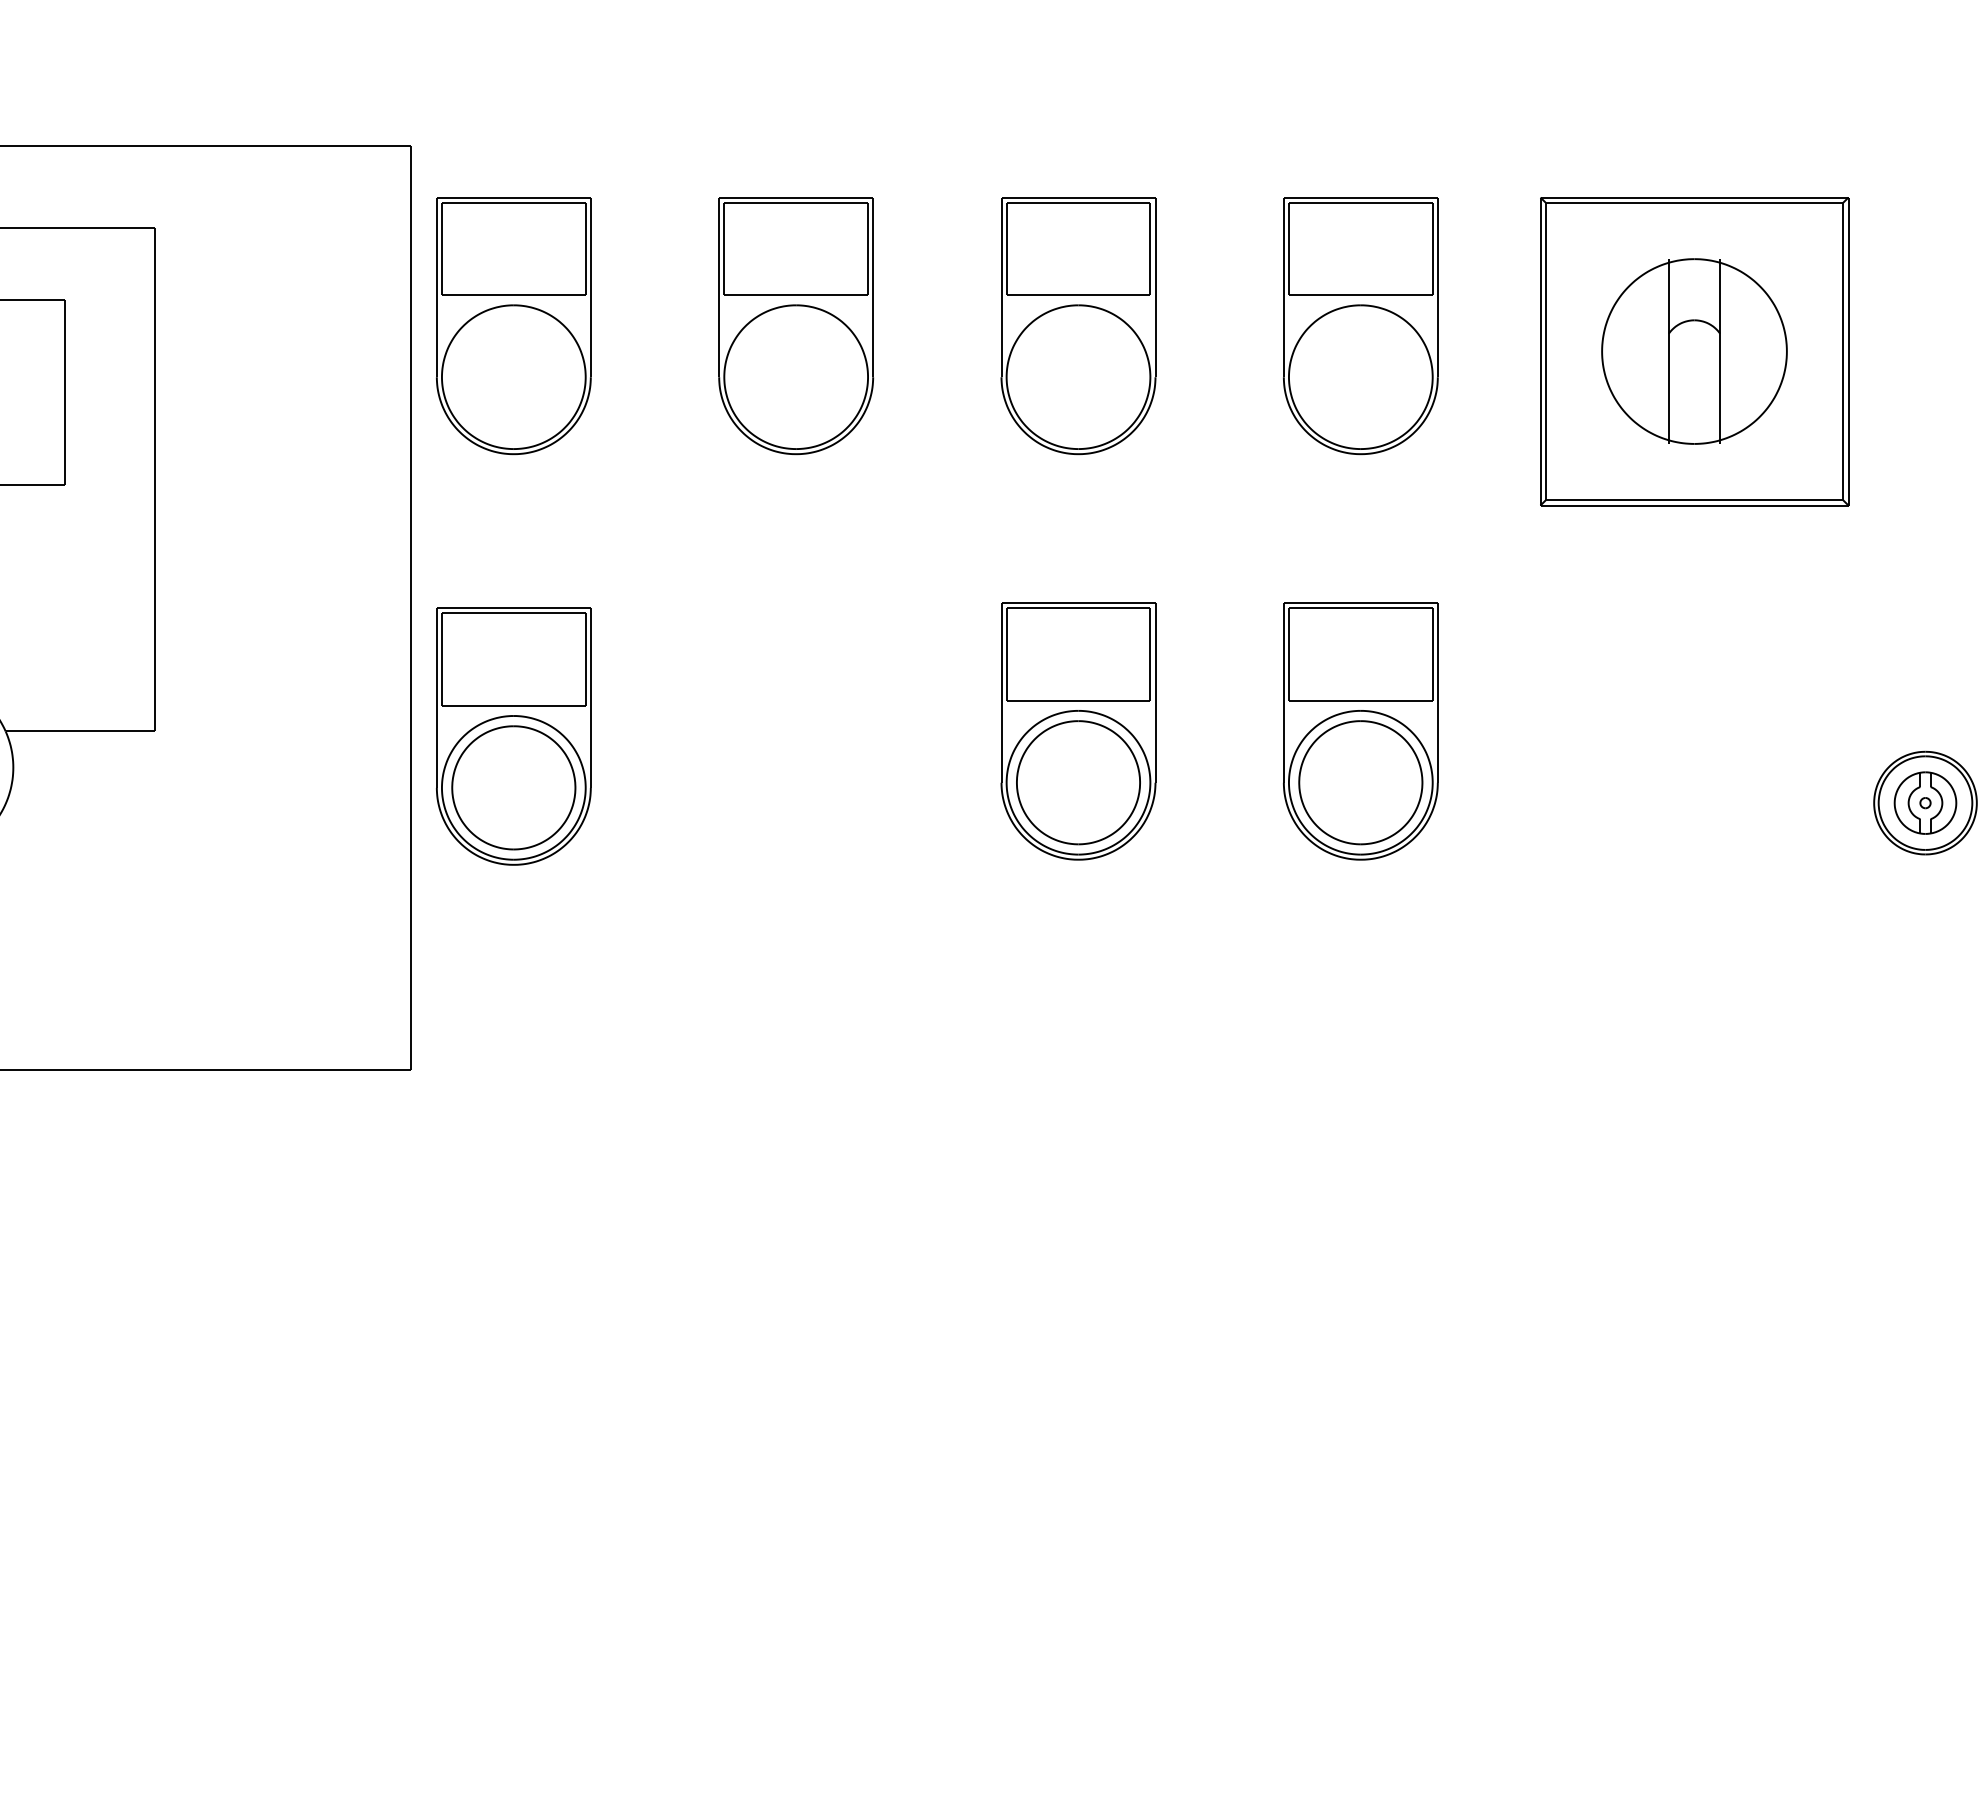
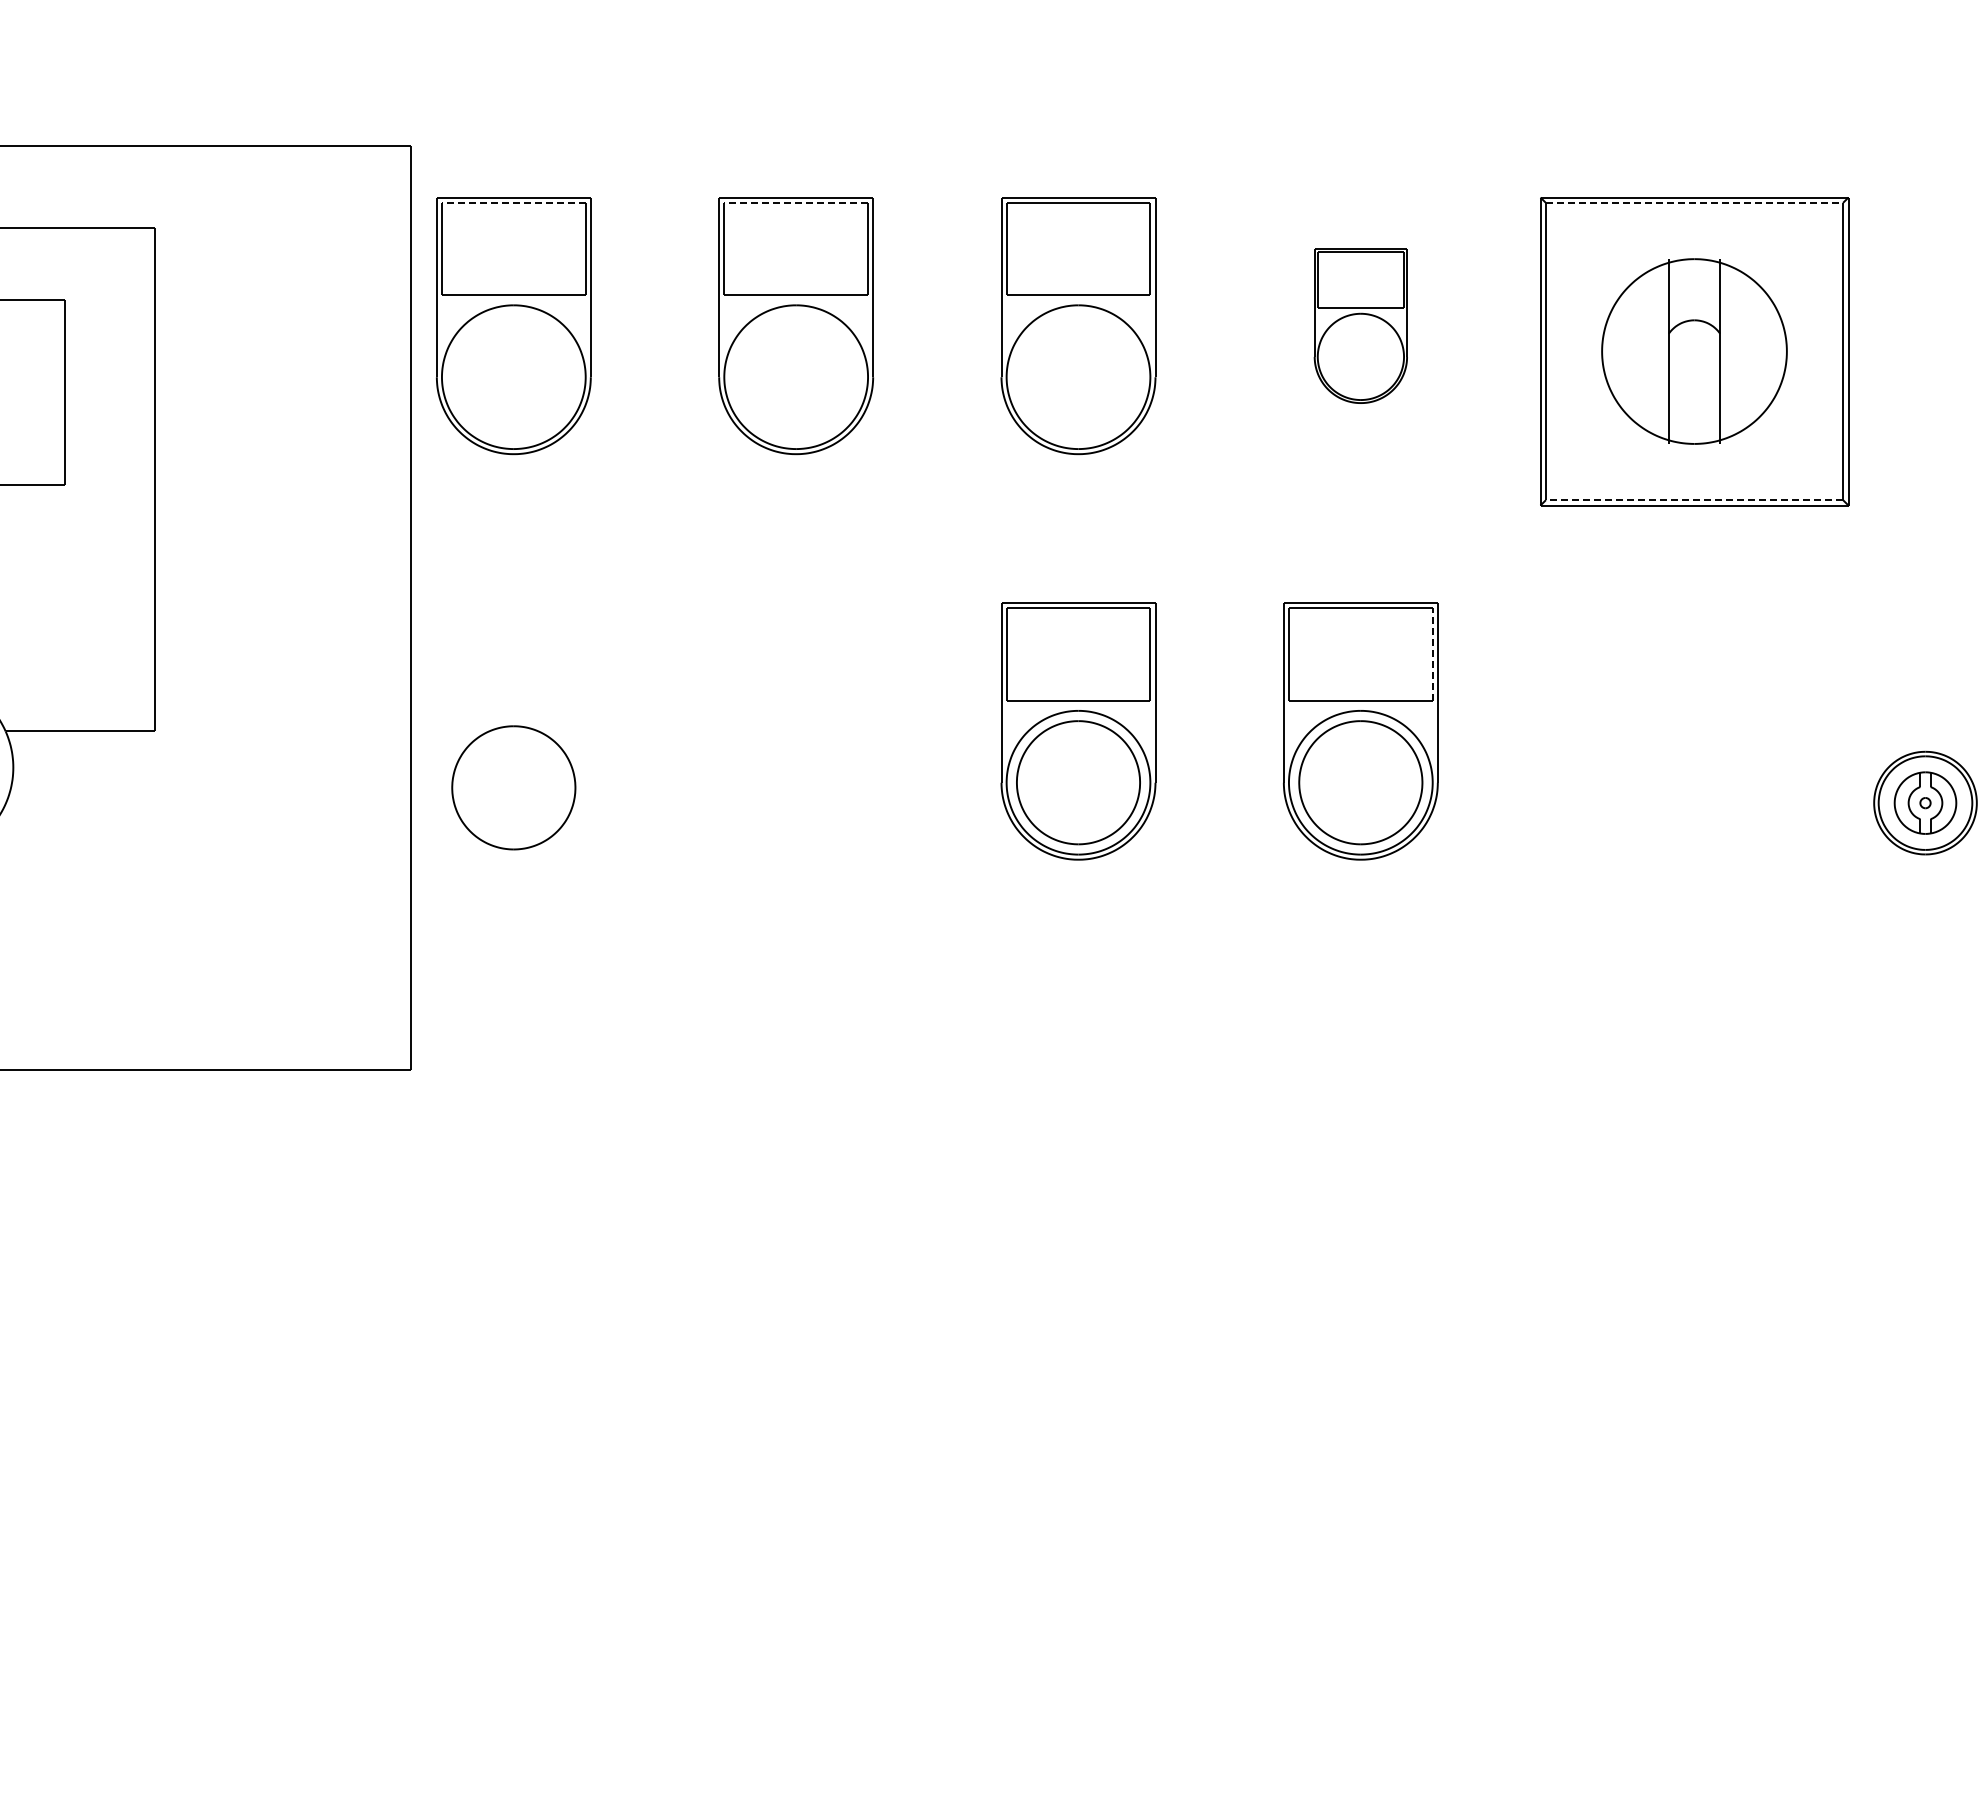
line at (513, 202): solid -> dashed
line at (796, 202): solid -> dashed
line at (1694, 202): solid -> dashed
part at (1360, 326) size: 156x259 px -> 95x156 px
line at (1694, 500): solid -> dashed
line at (1432, 653): solid -> dashed
part at (513, 736): present -> none
